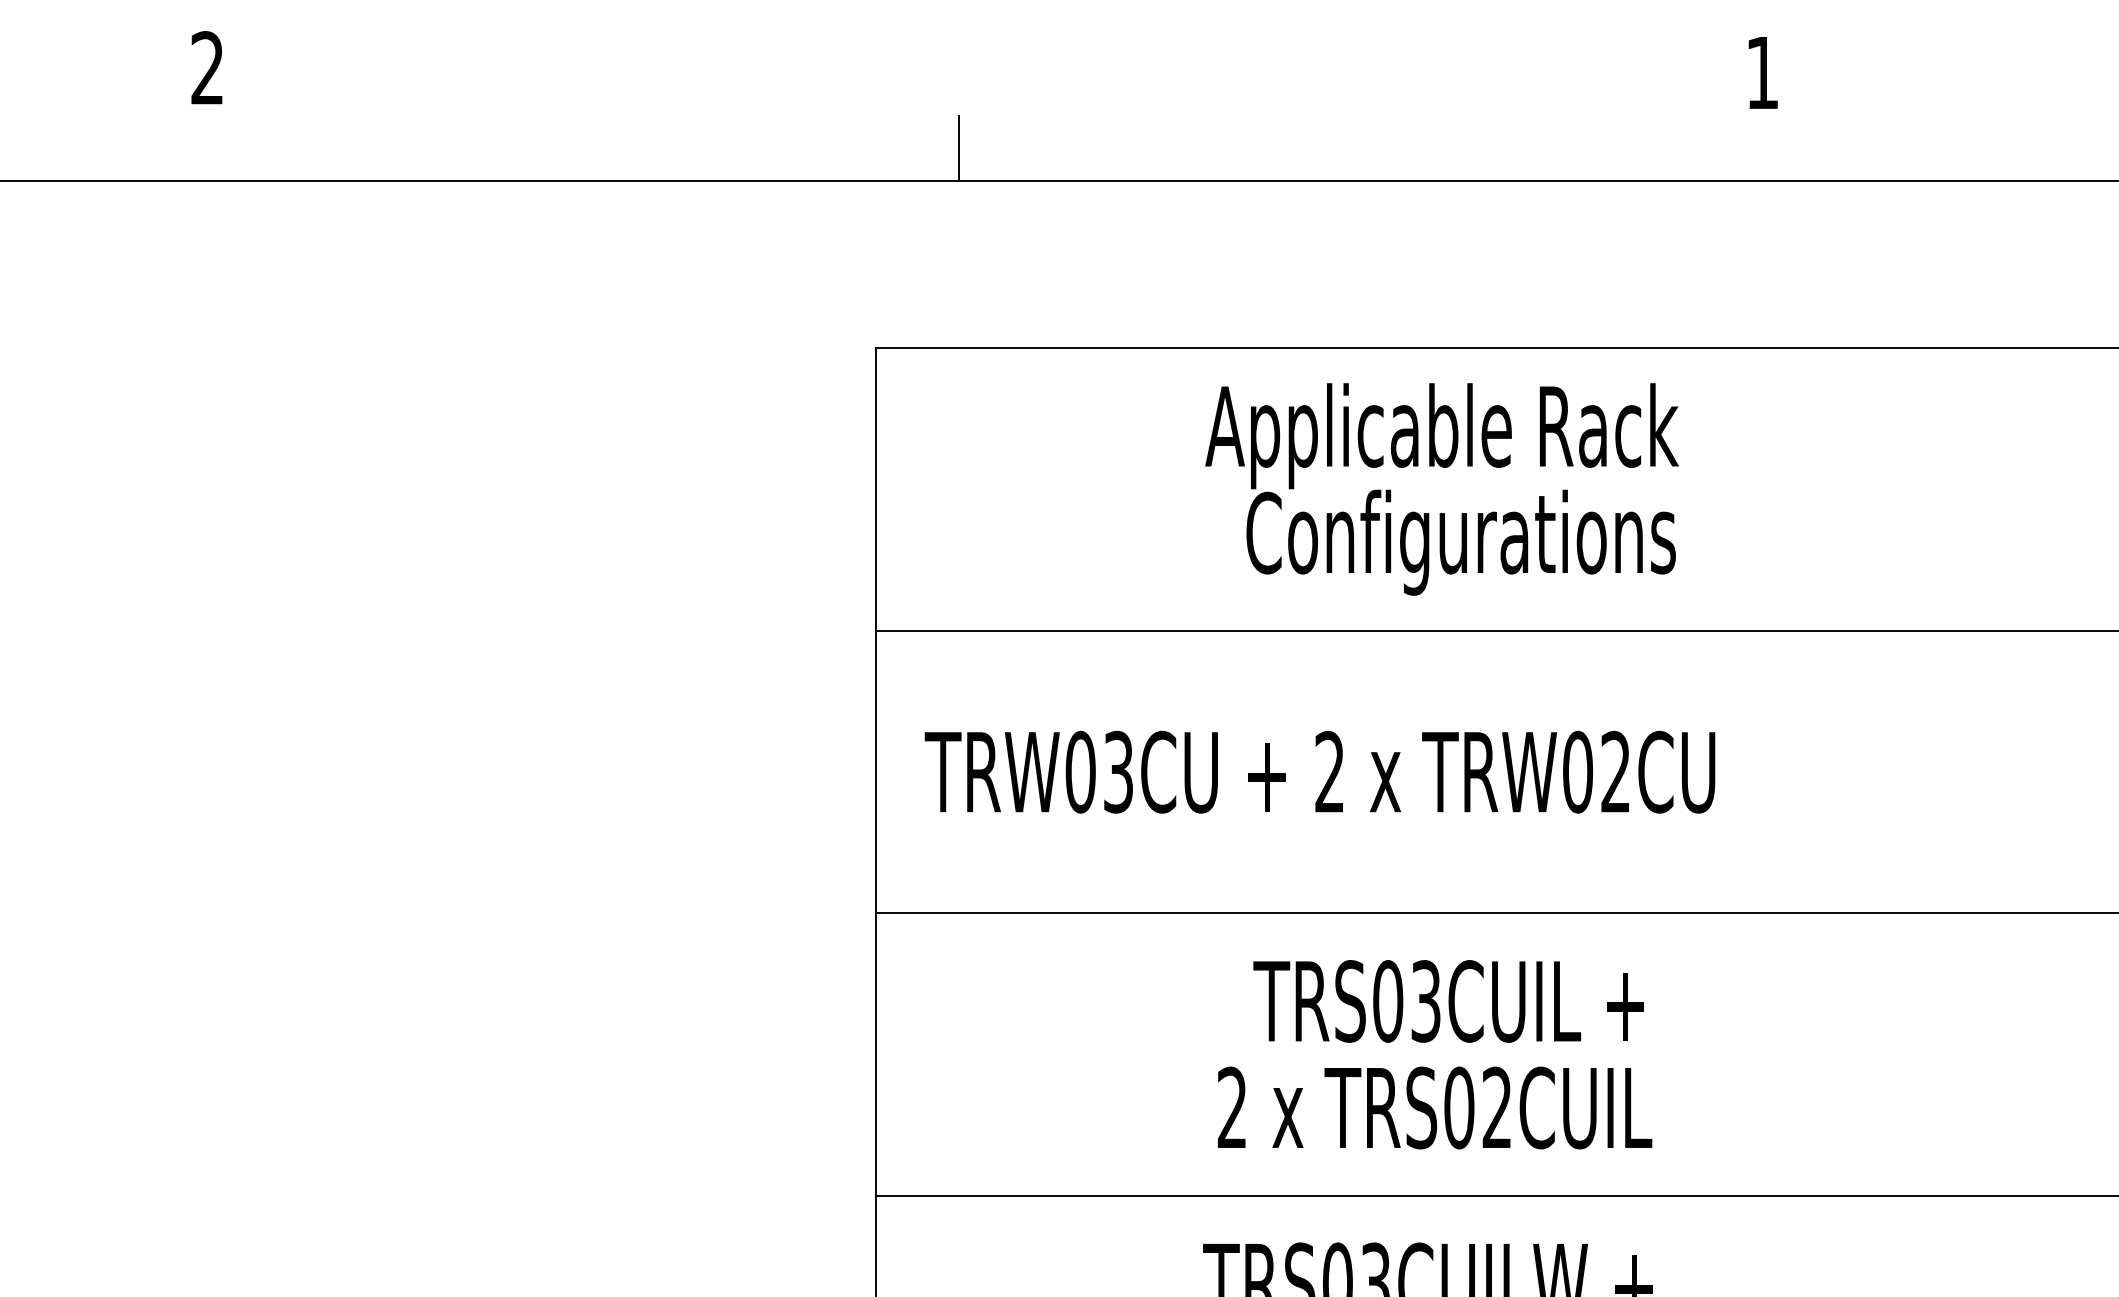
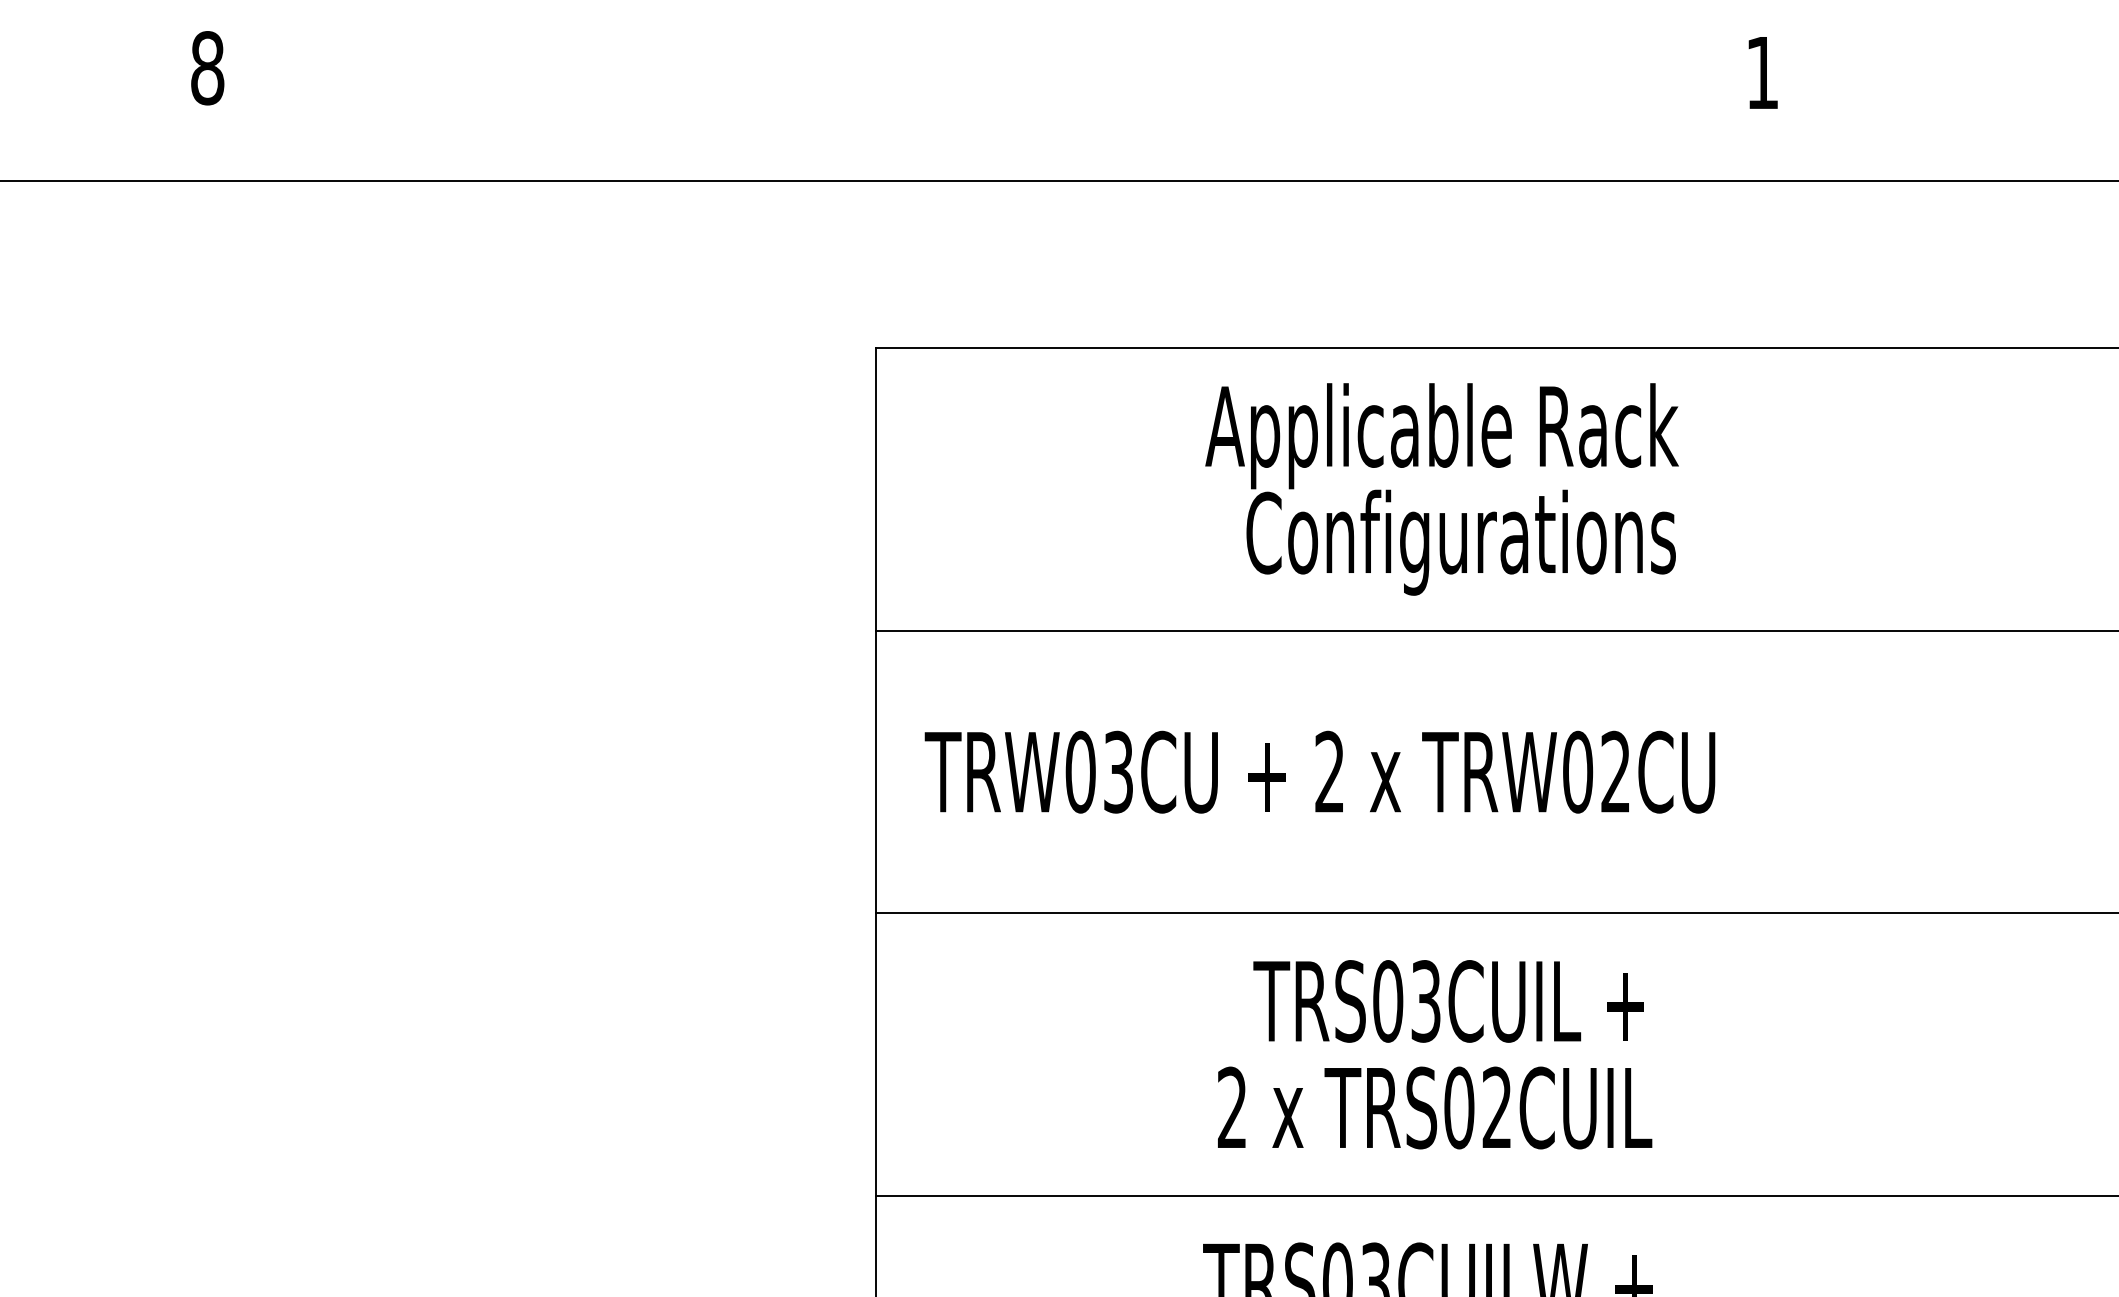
text at (207, 68): 2 -> 8
line at (958, 148): present -> none
